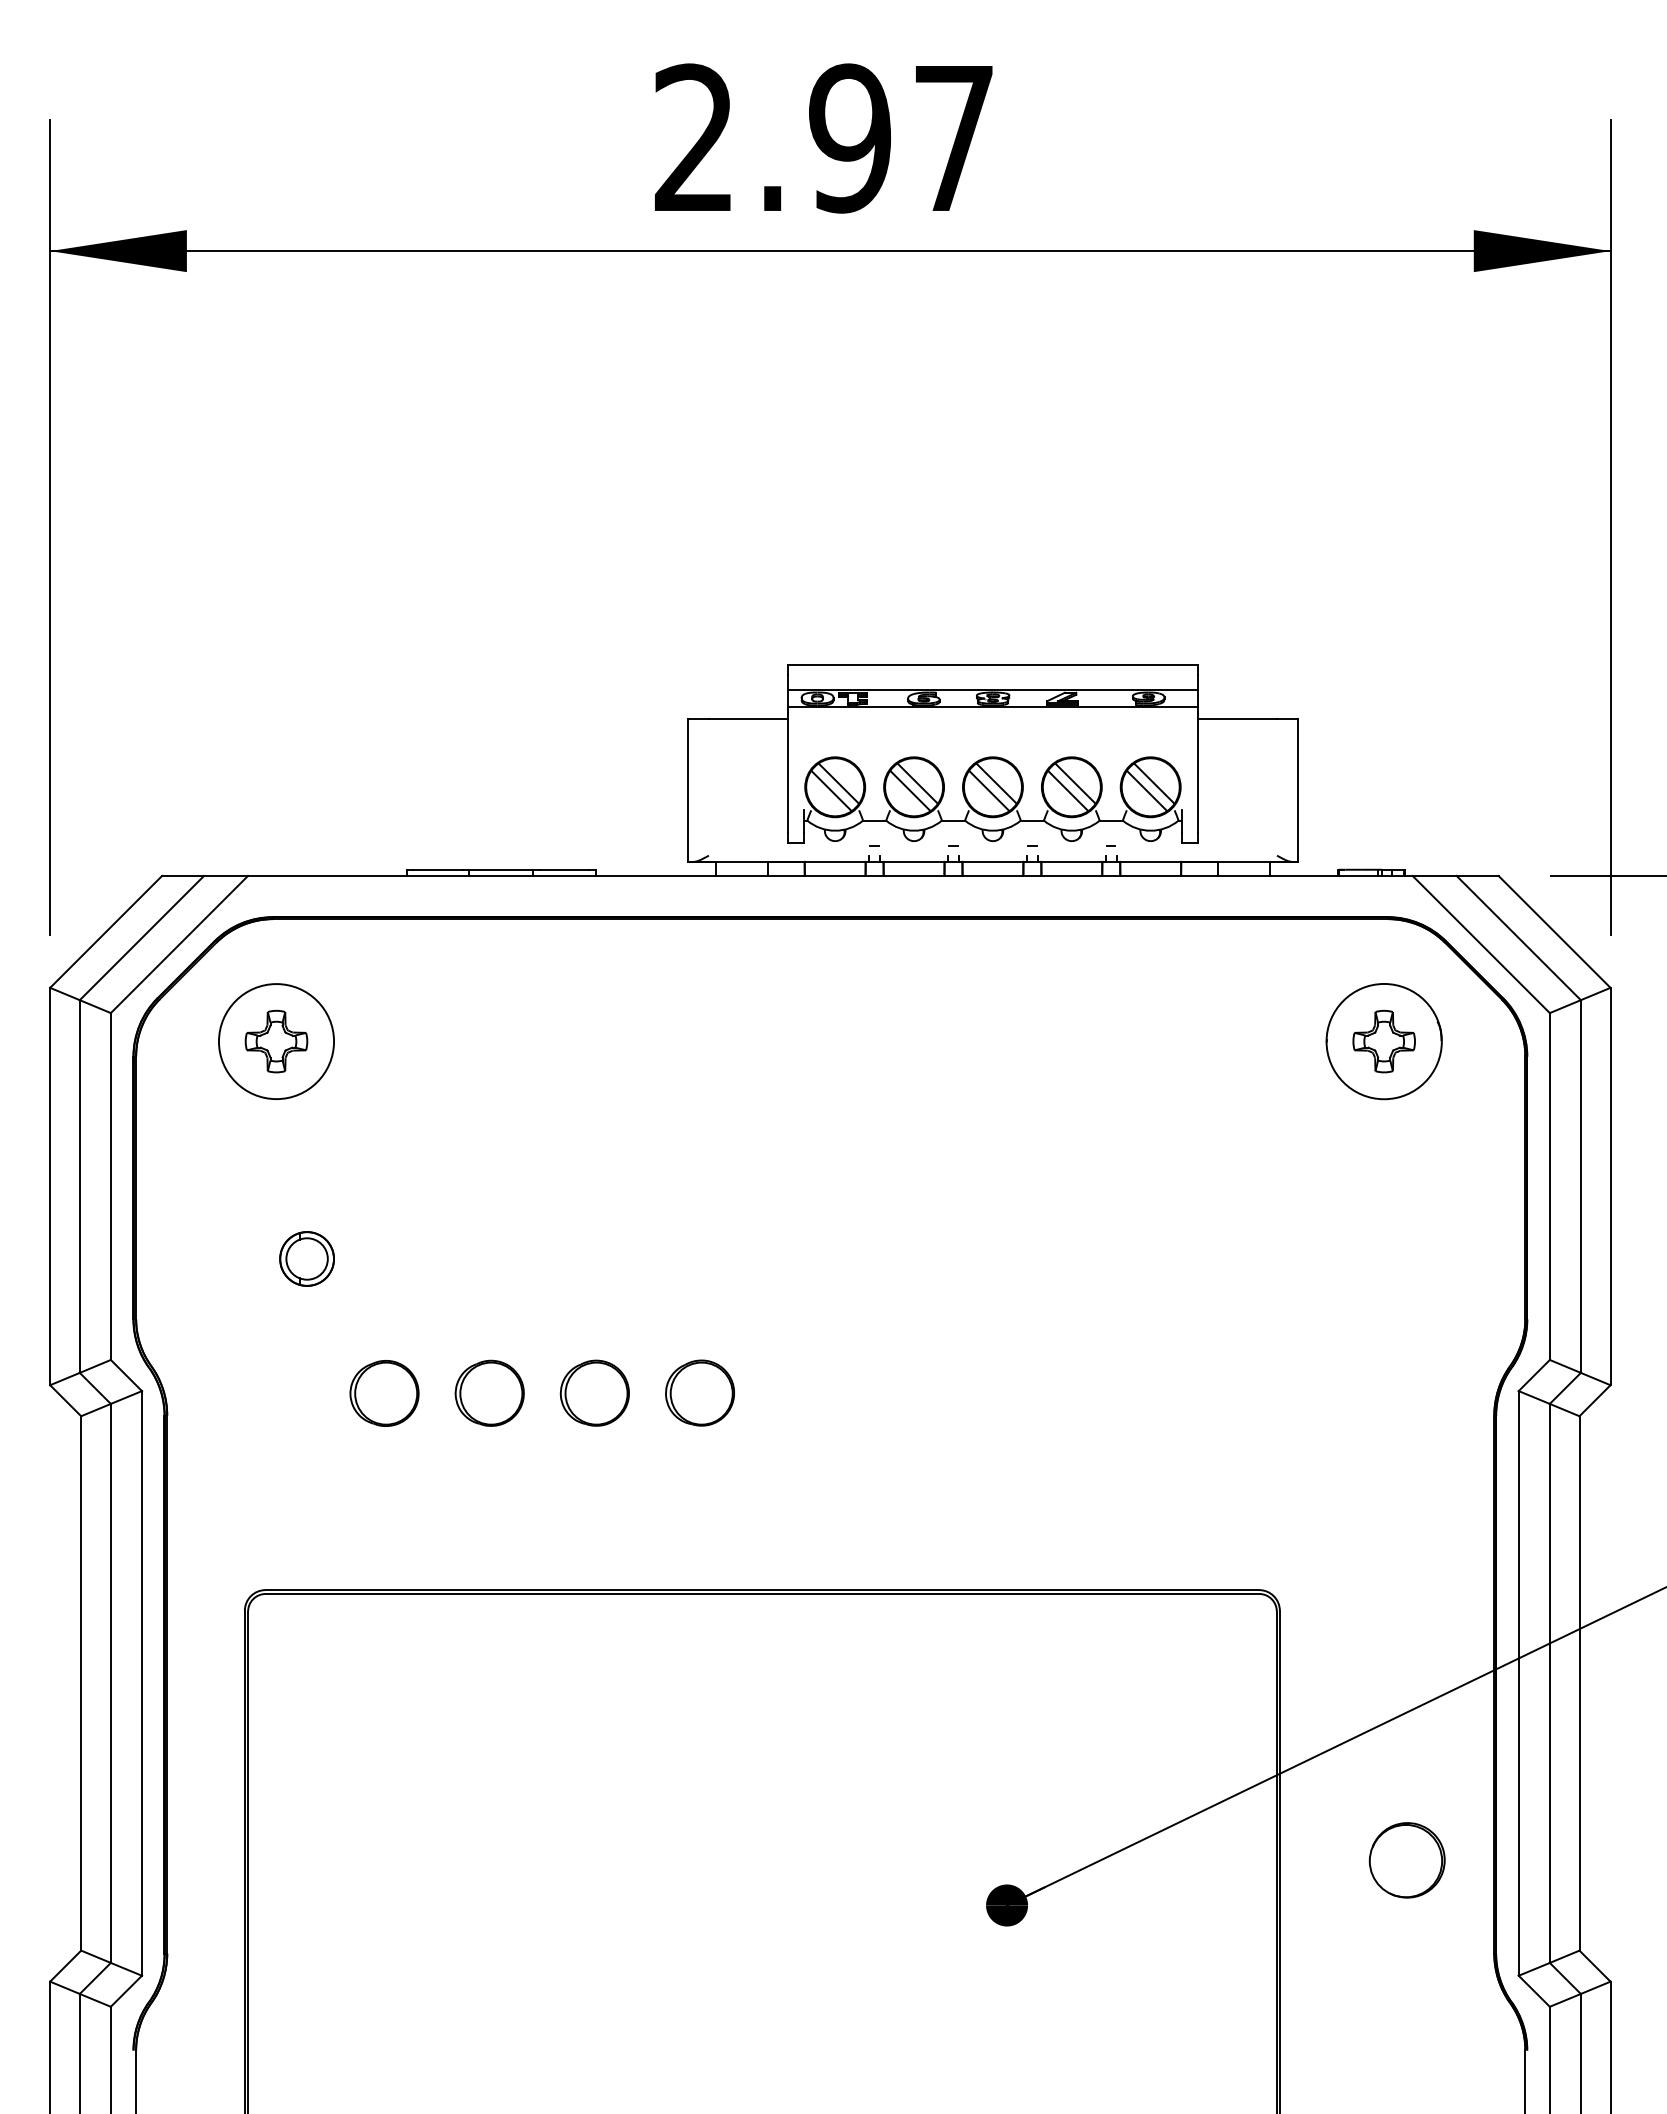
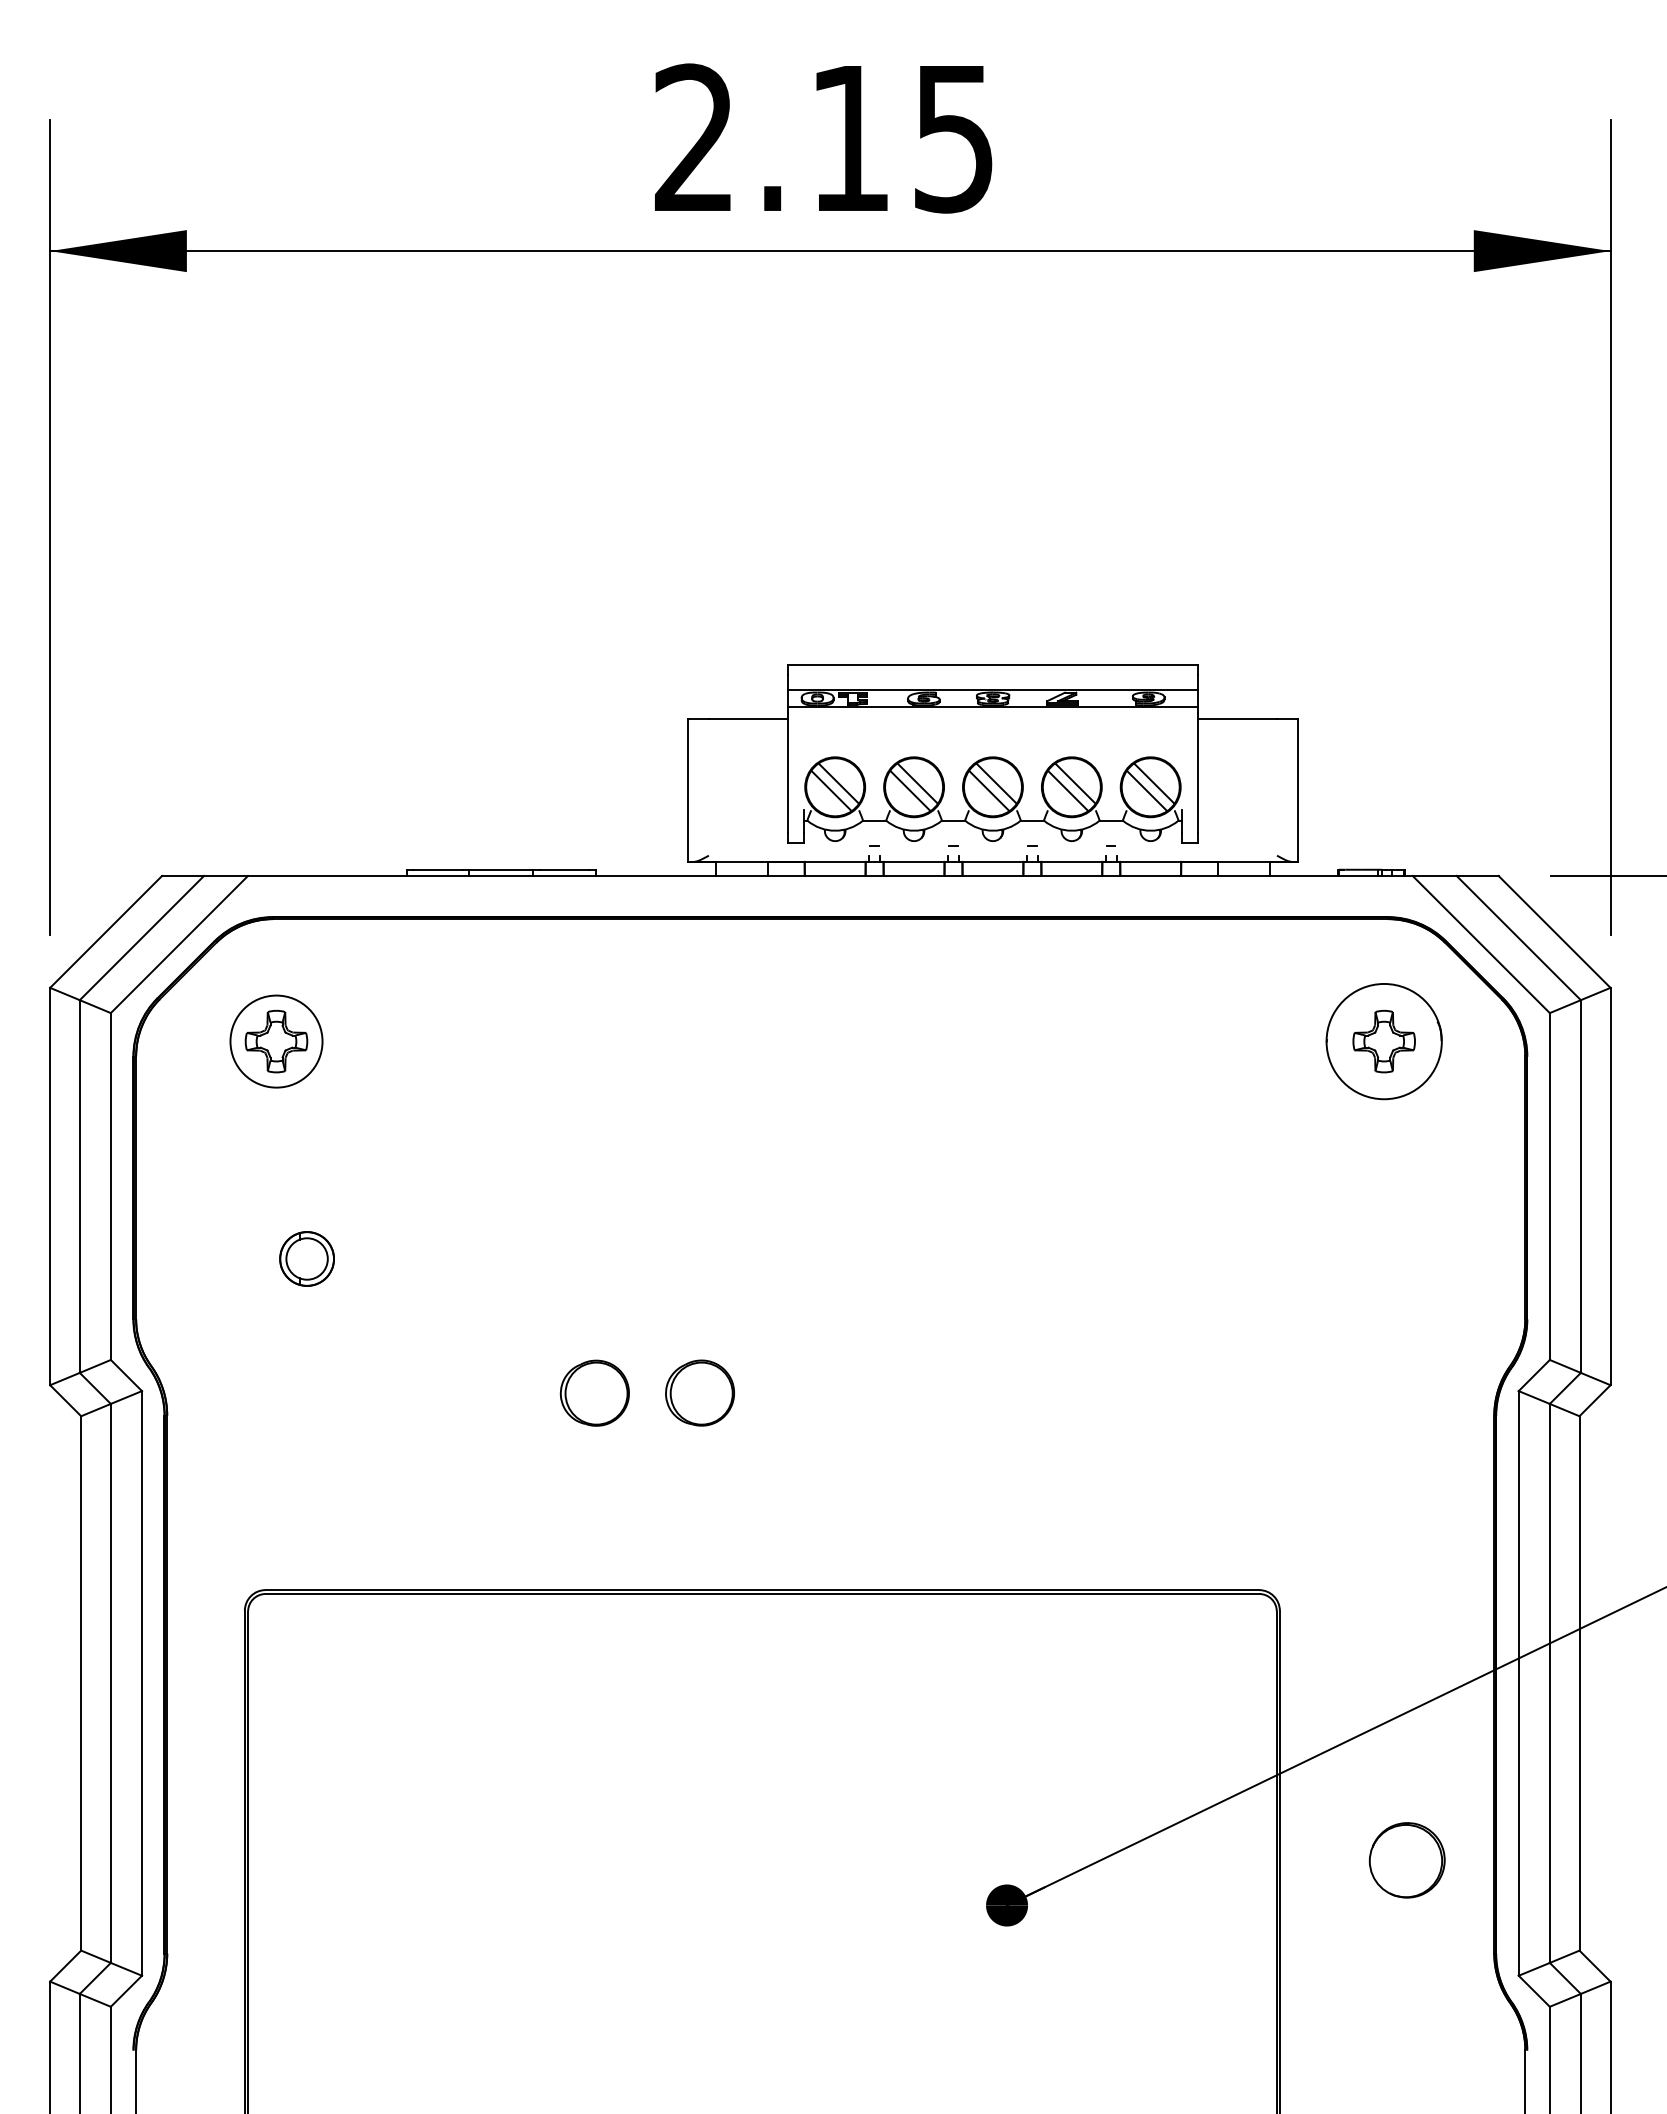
text at (900, 138): 2.97 -> 2.15
circle at (276, 1041) diameter: 115 px -> 92 px
part at (489, 1392): present -> none
part at (384, 1393): present -> none
